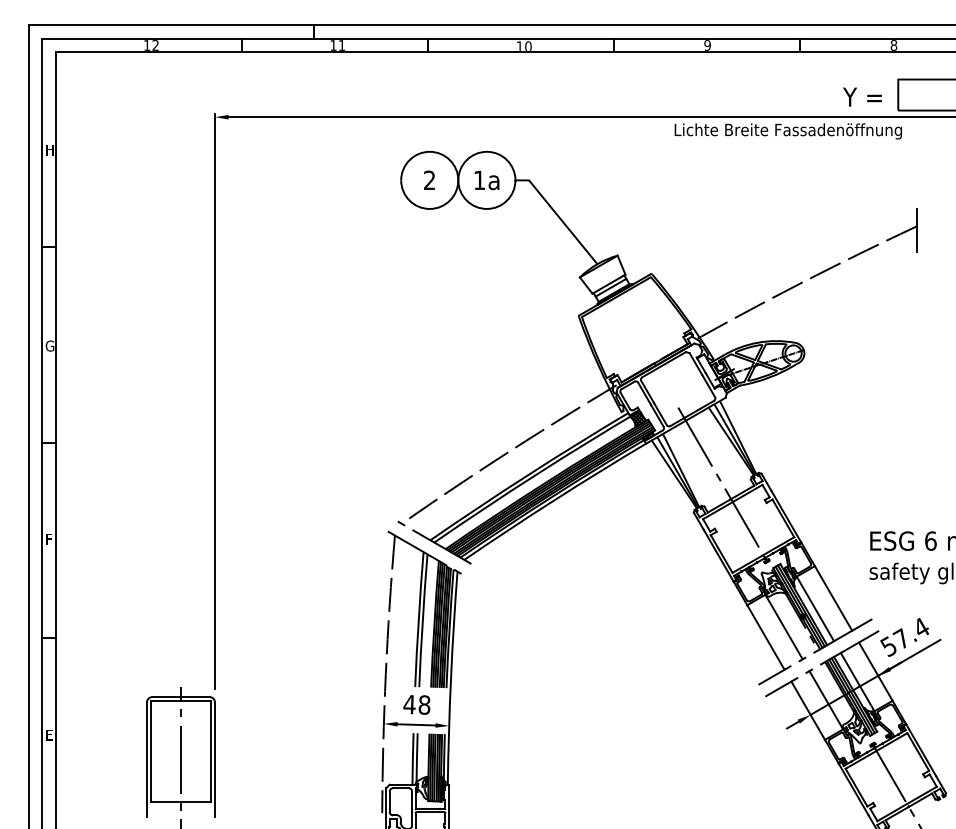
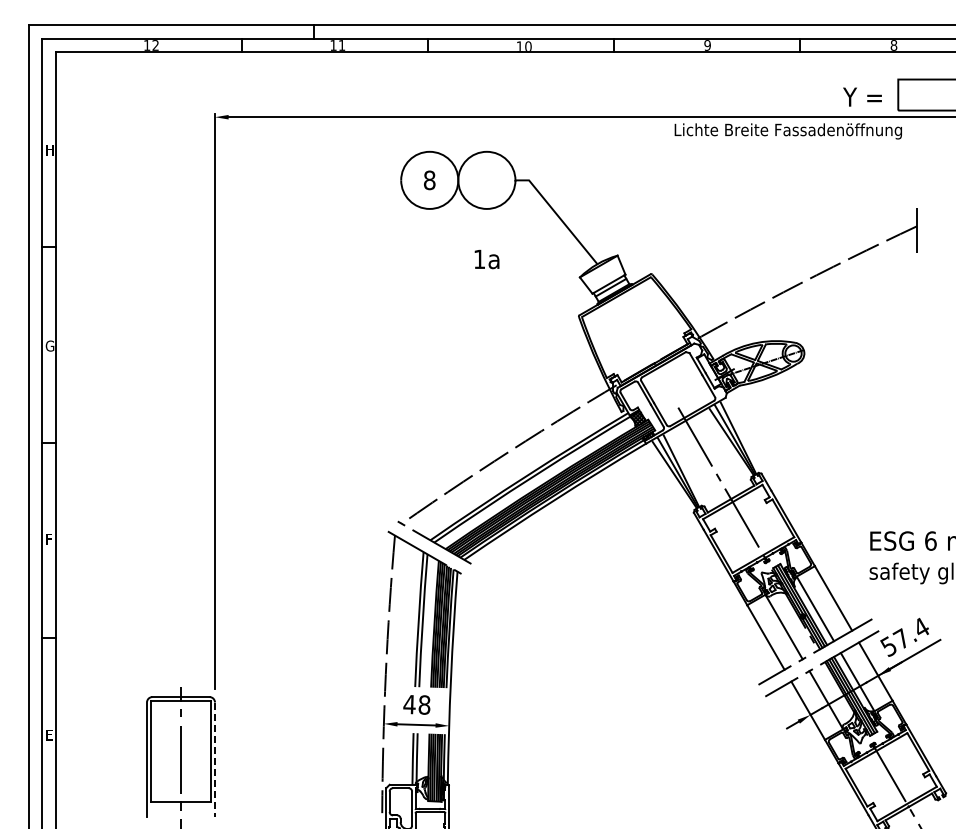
text at (429, 180): 2 -> 8
text at (486, 180) position: (486, 180) -> (486, 259)
line at (215, 760): solid -> dashed
